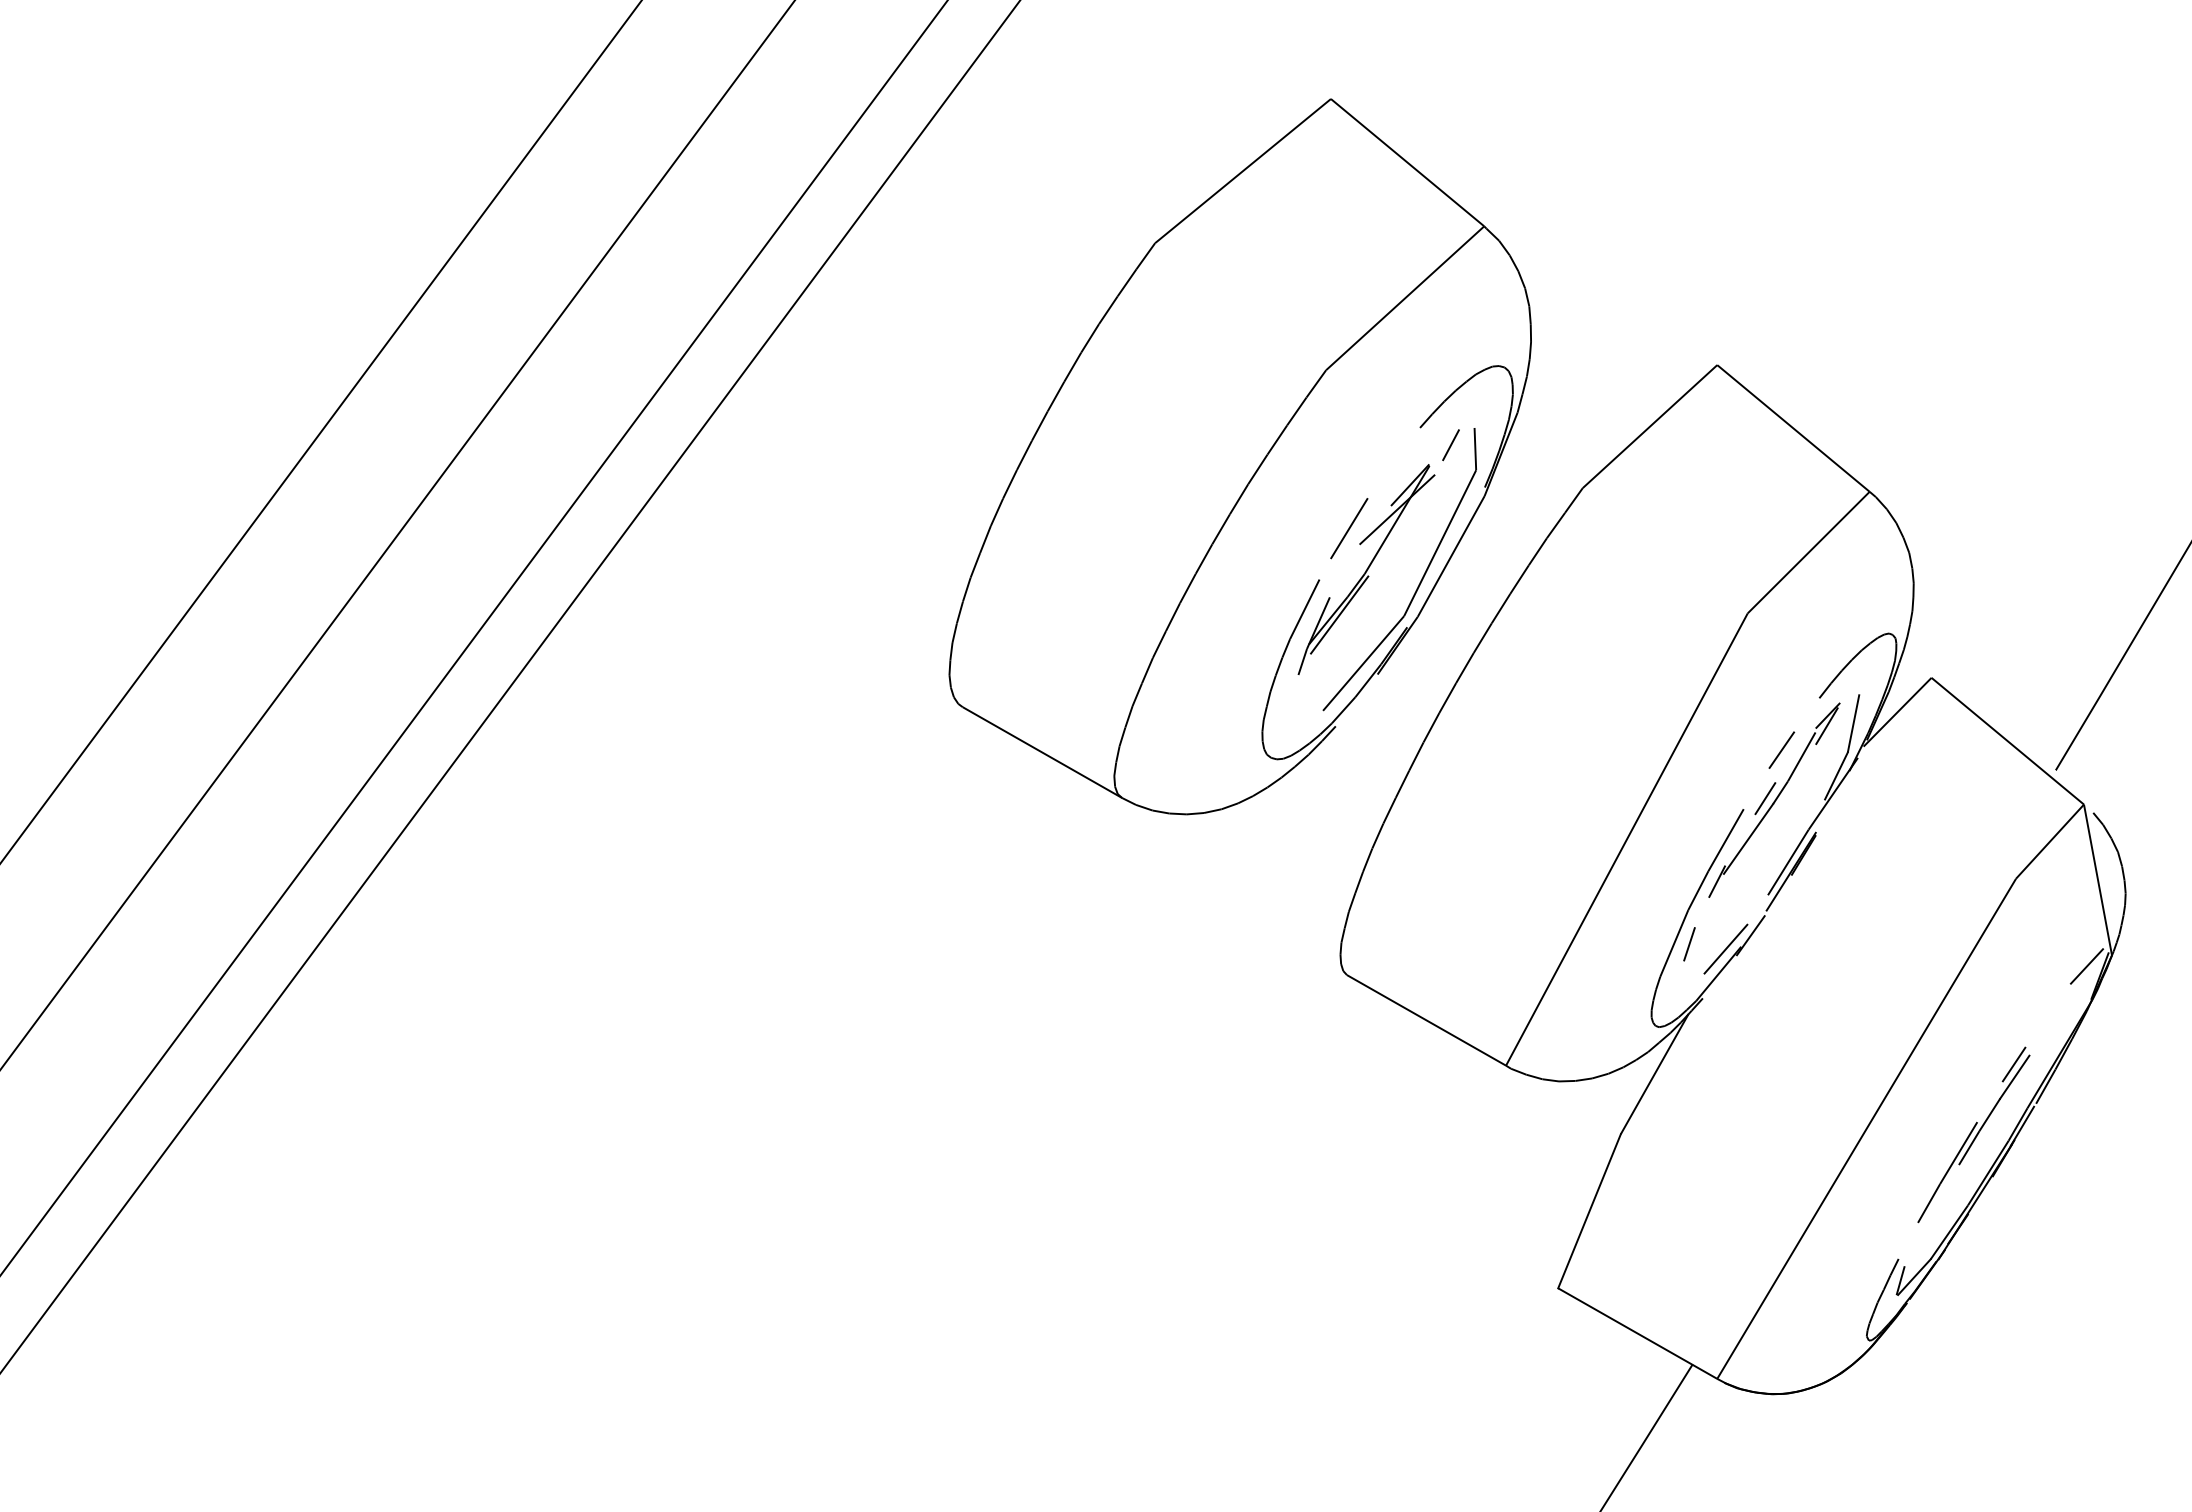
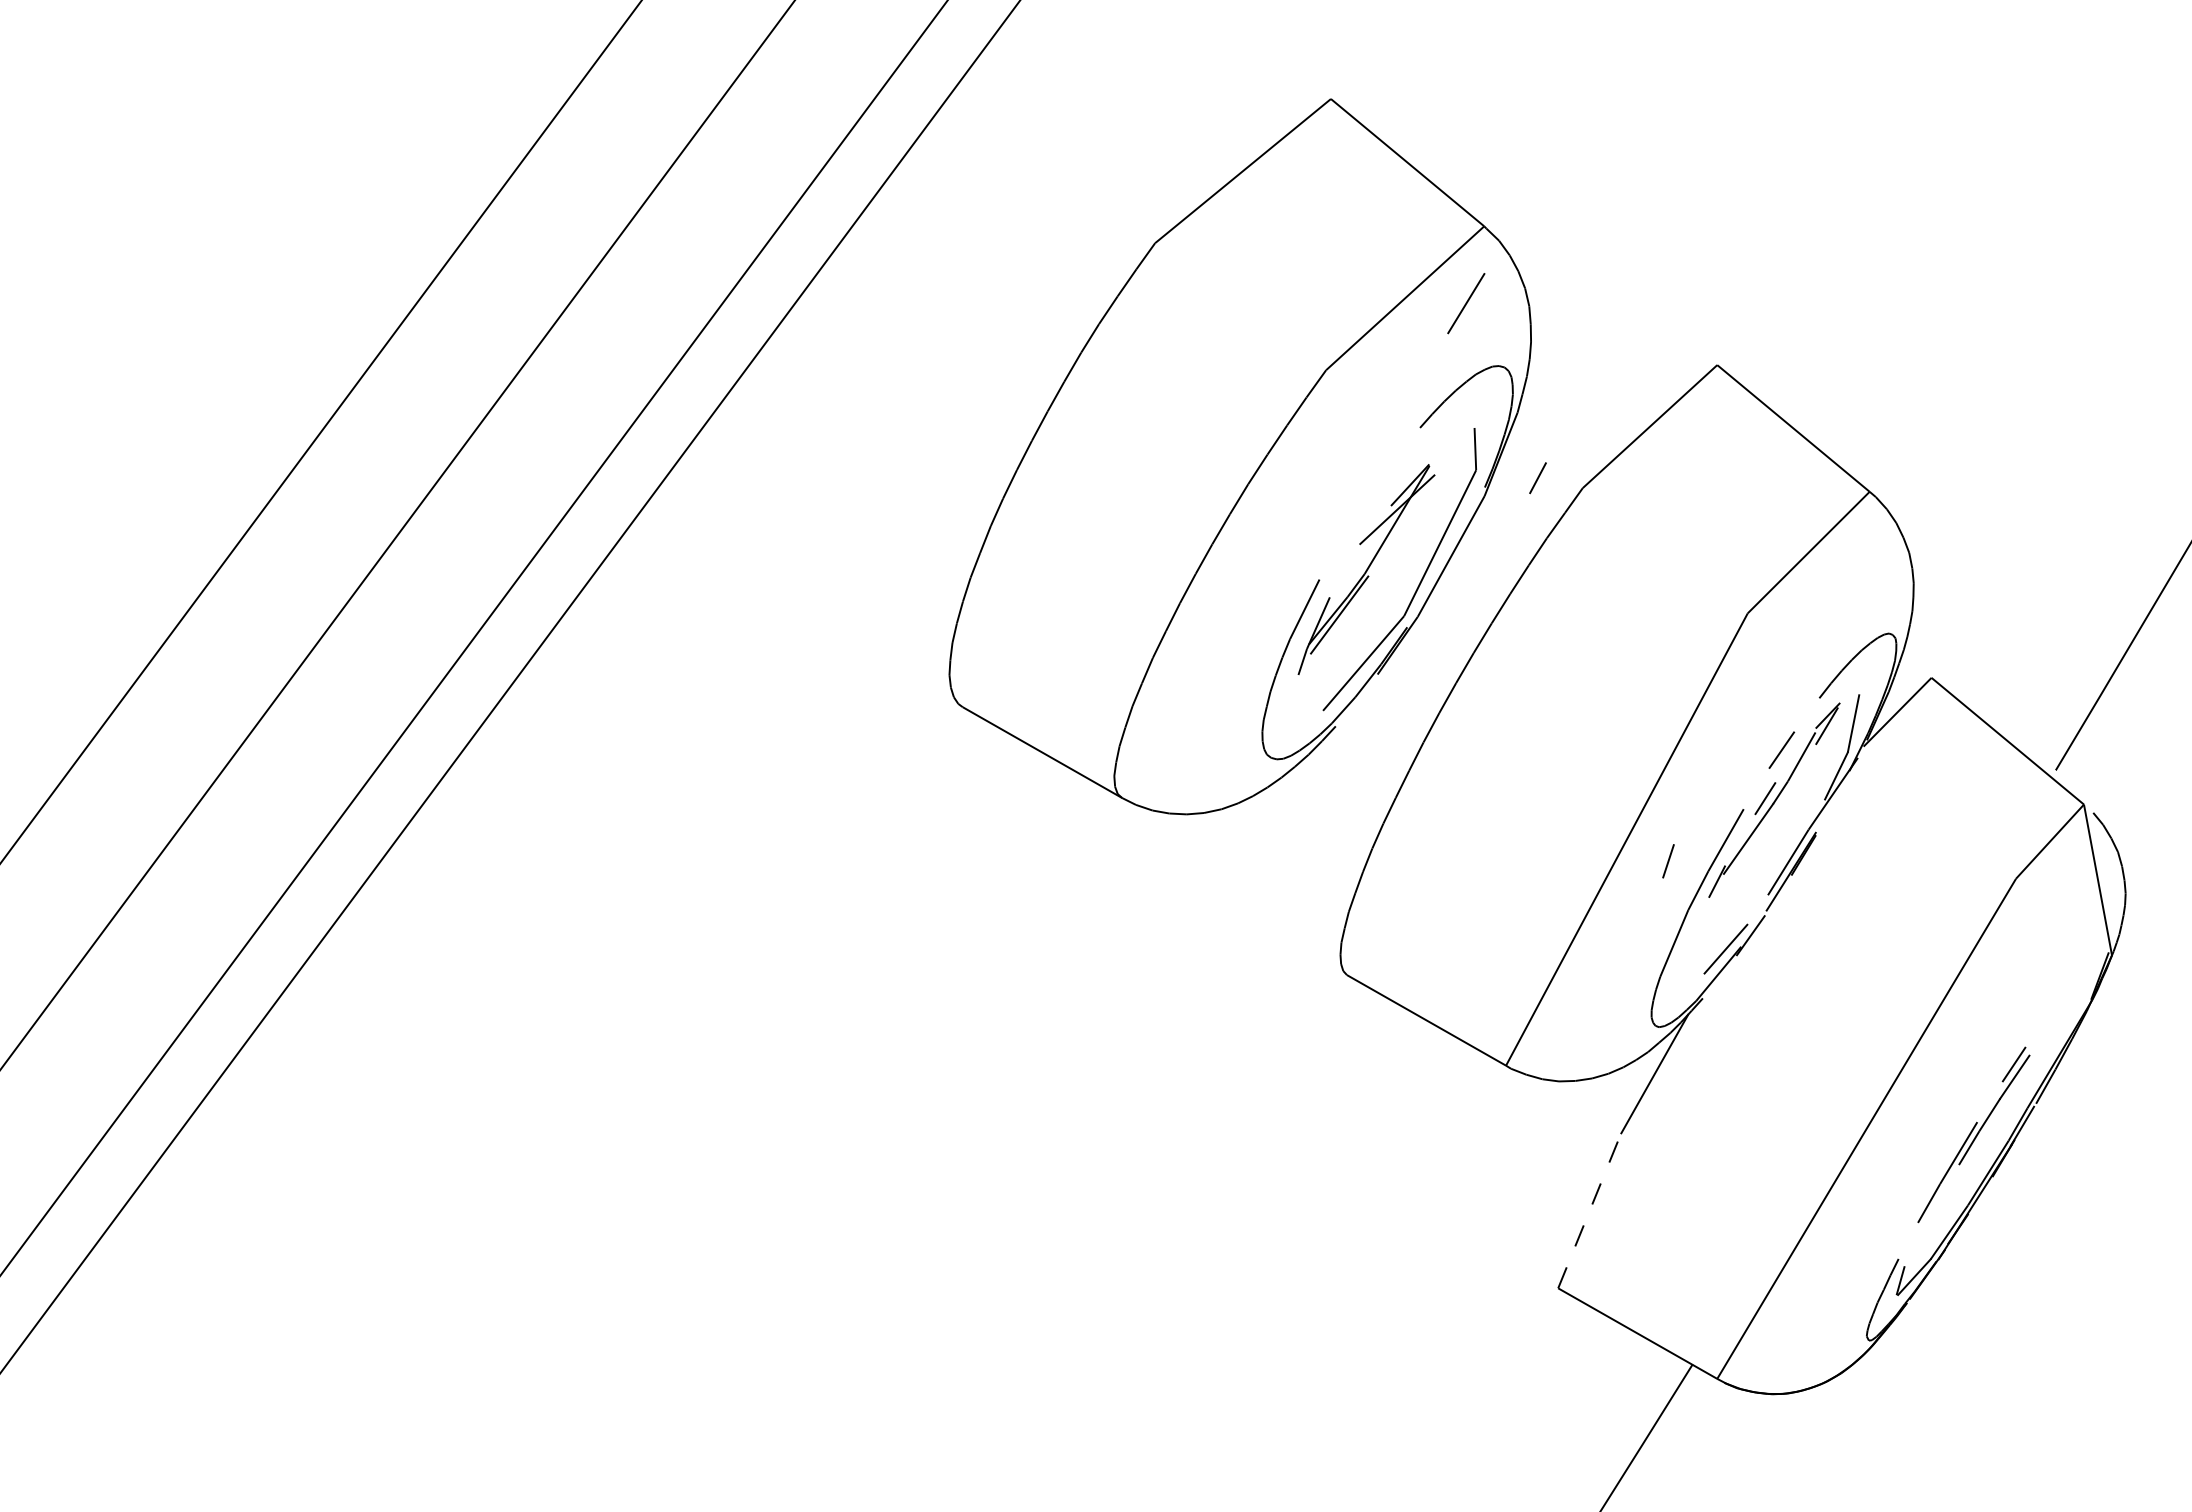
line at (1450, 445) position: (1450, 445) -> (1537, 478)
line at (1349, 528) position: (1349, 528) -> (1466, 303)
line at (1689, 944) position: (1689, 944) -> (1668, 861)
line at (2086, 966): present -> none
line at (1589, 1210): solid -> dashed
